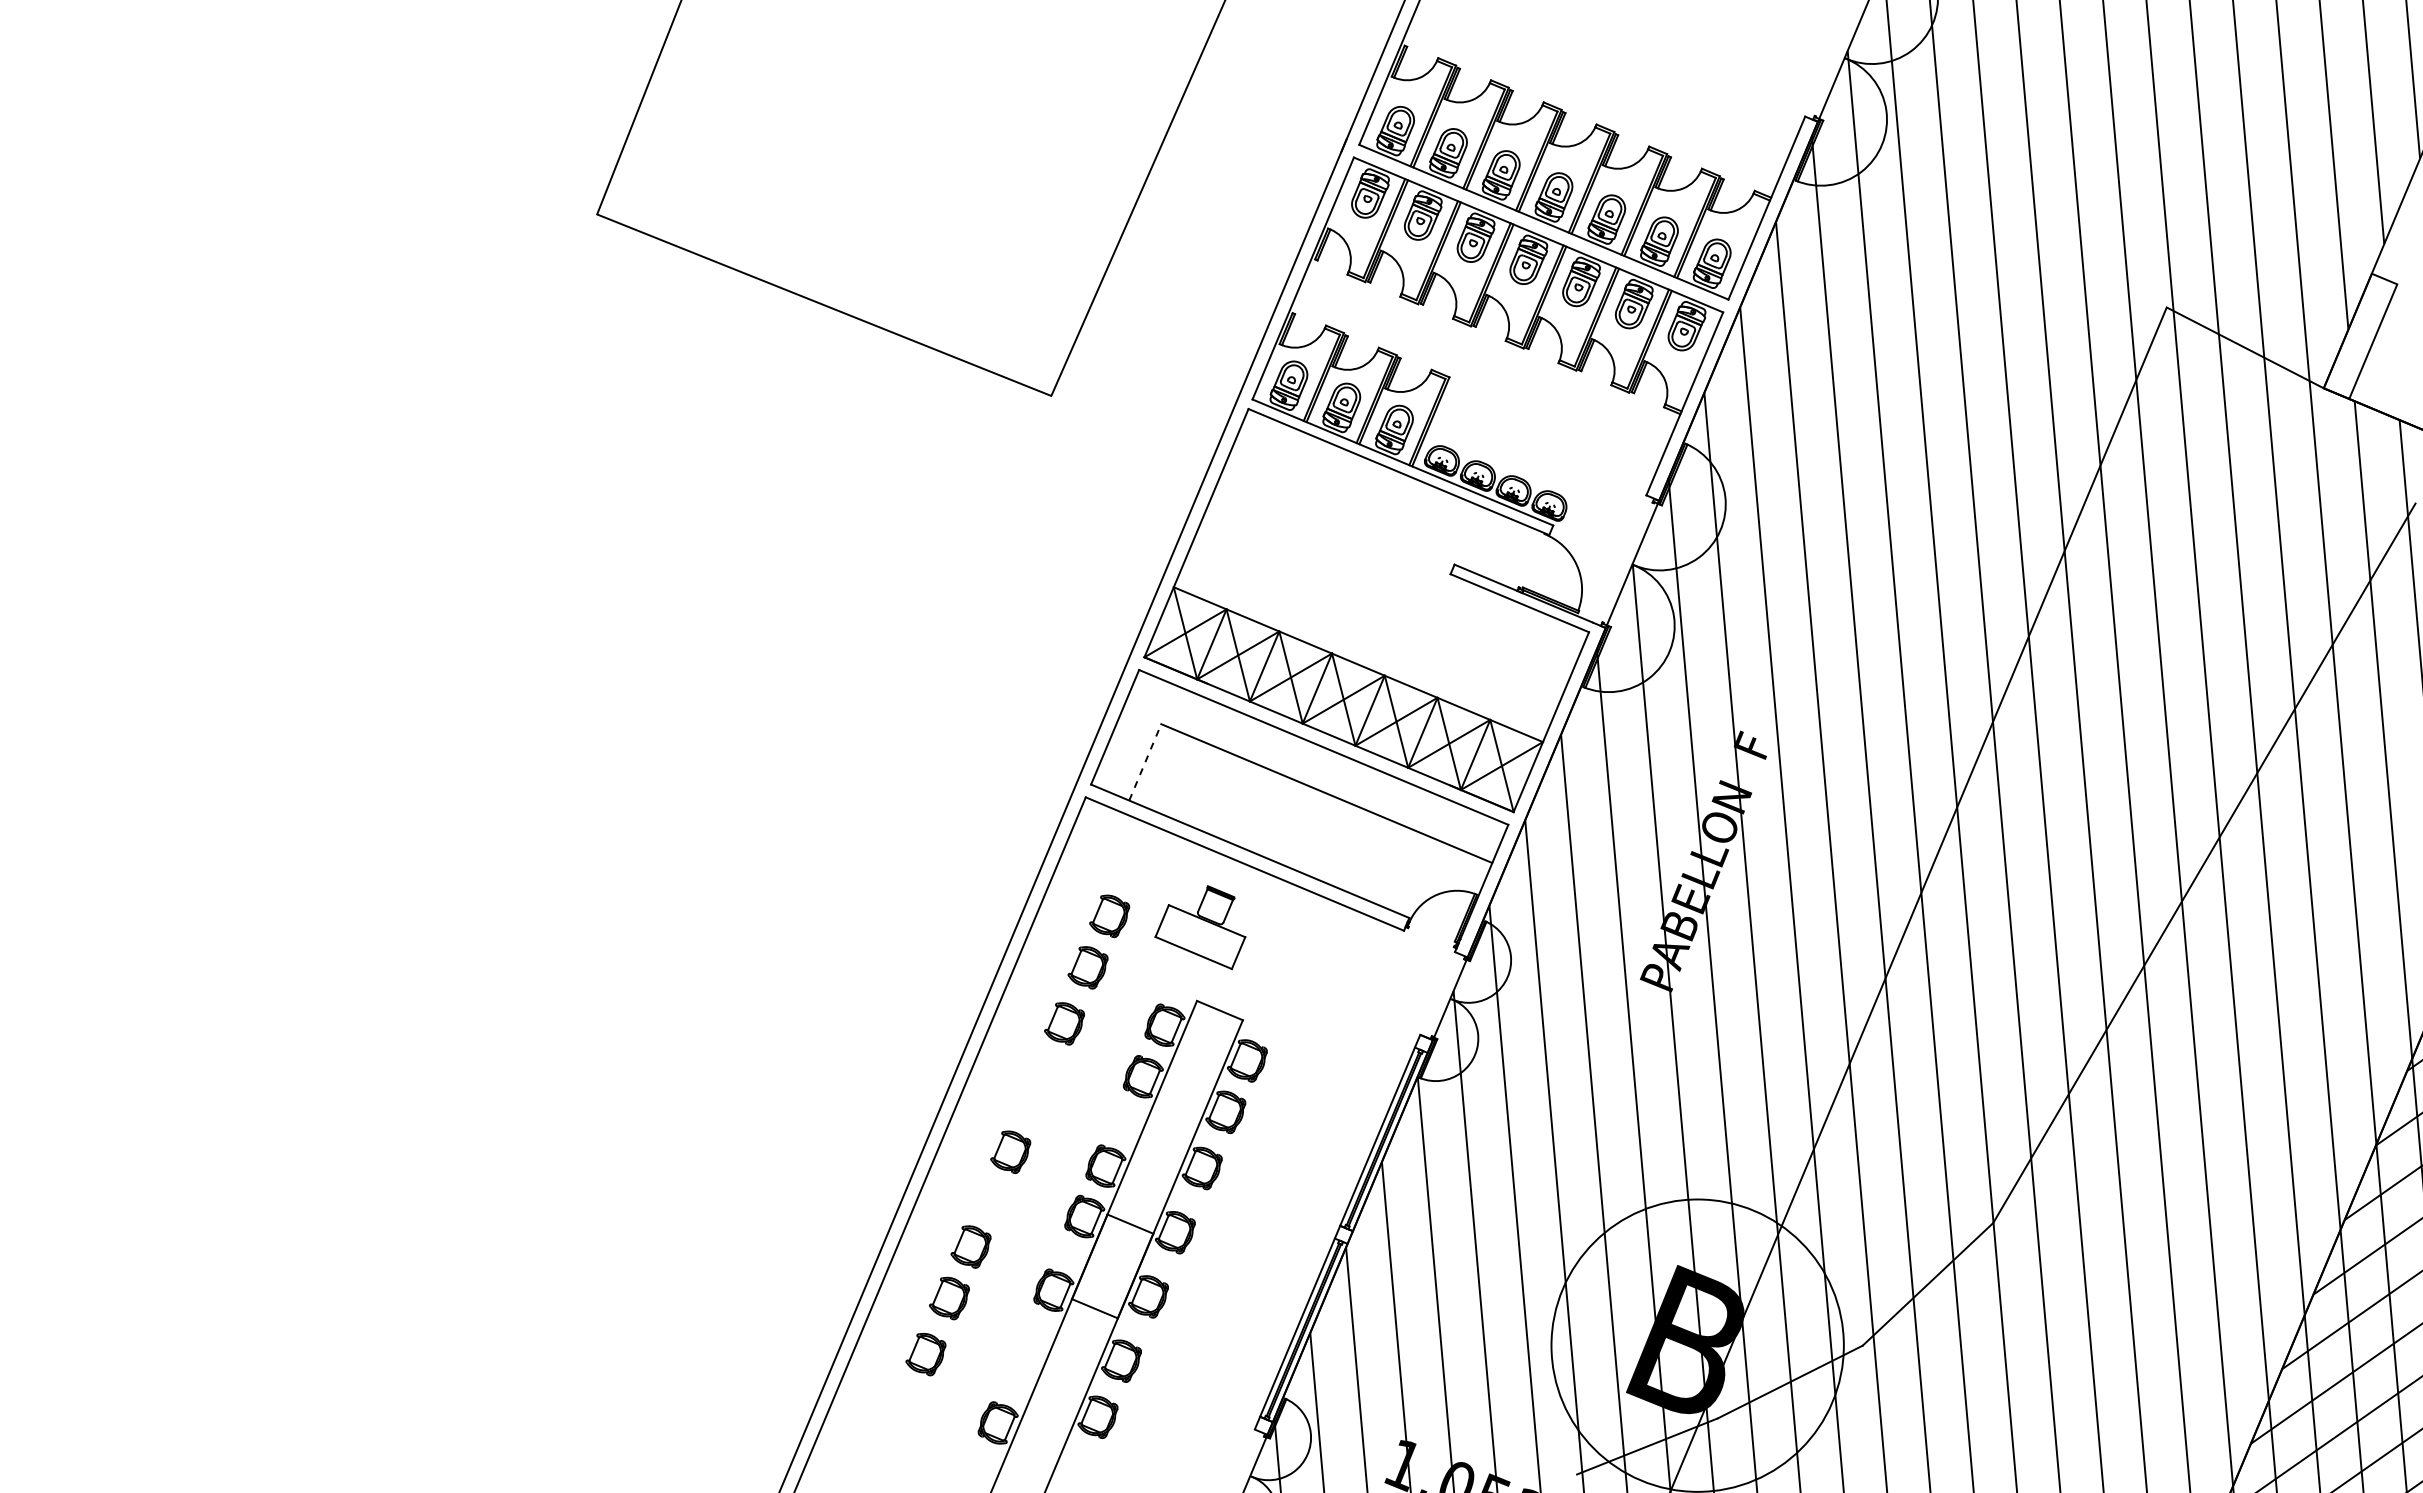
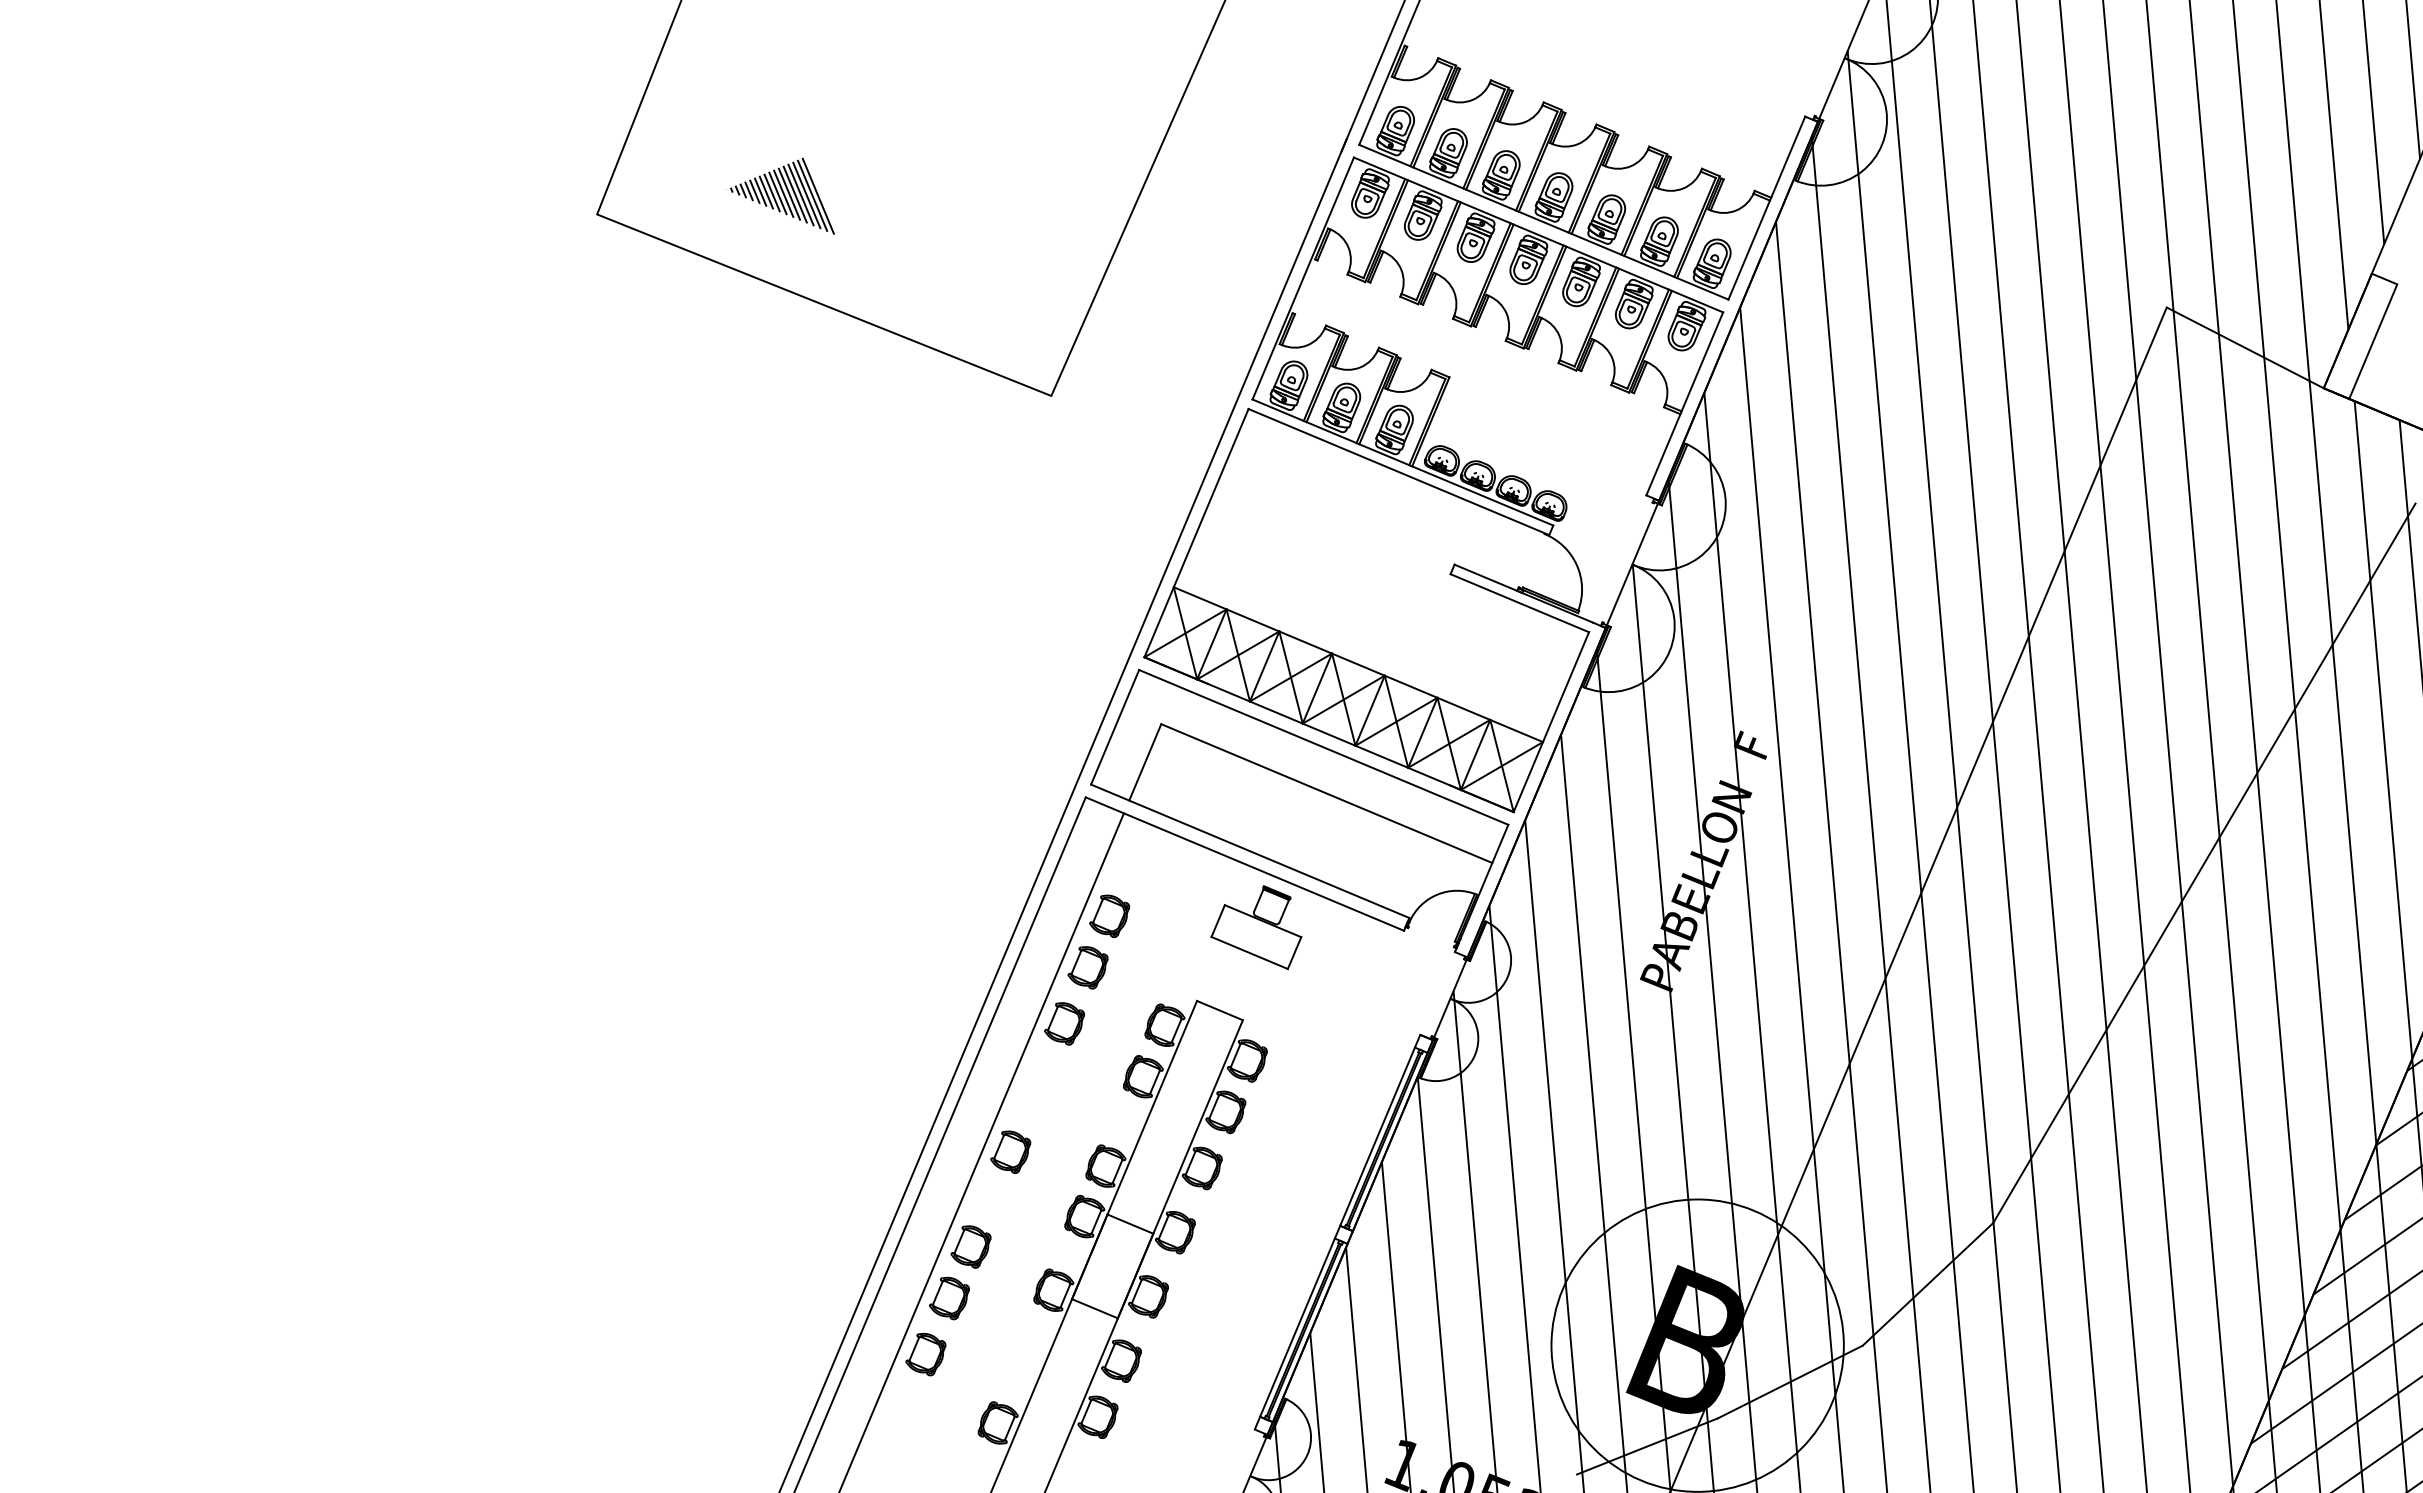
part at (780, 195): none -> present
line at (1145, 761): dashed -> solid
part at (1200, 927) position: (1200, 927) -> (1256, 927)
line at (981, 1151): none -> present
